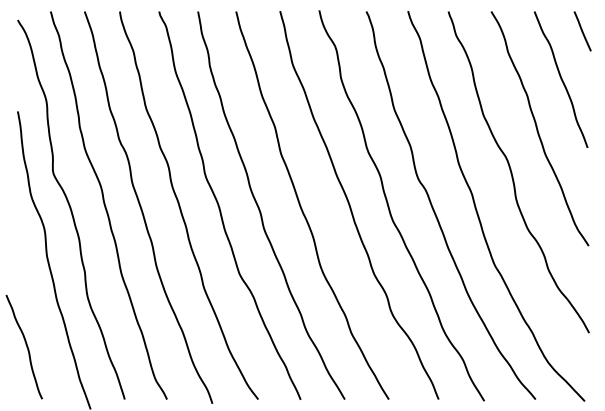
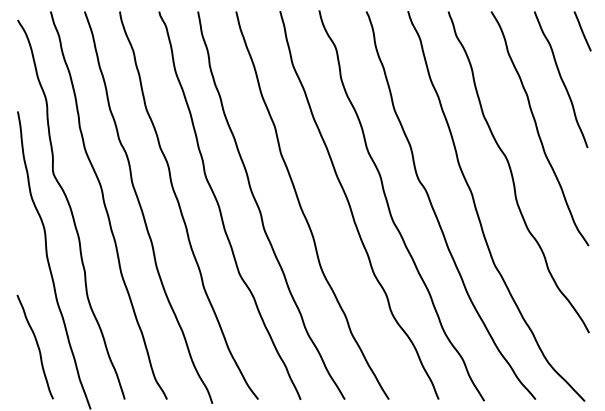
curve at (26, 347) position: (26, 347) -> (37, 347)
